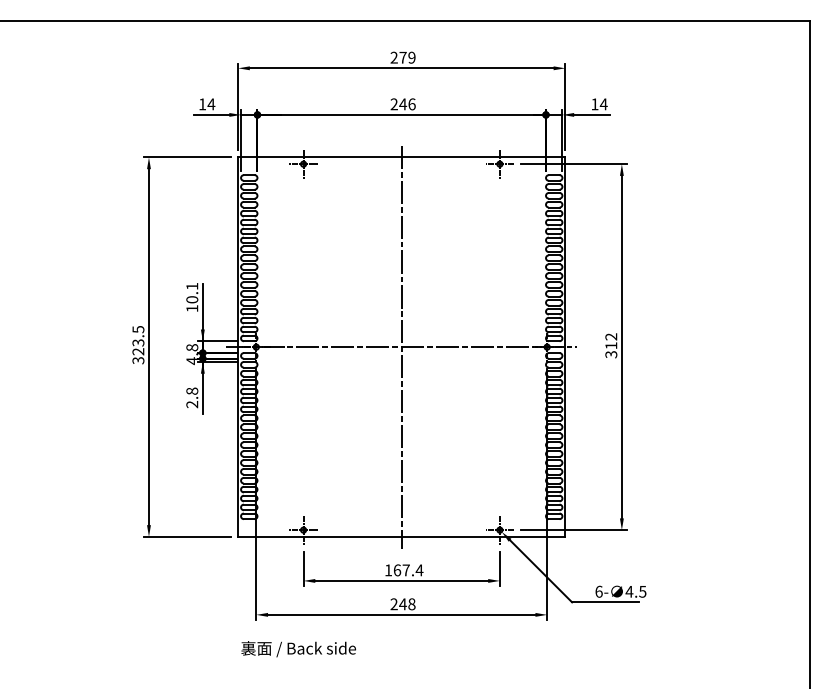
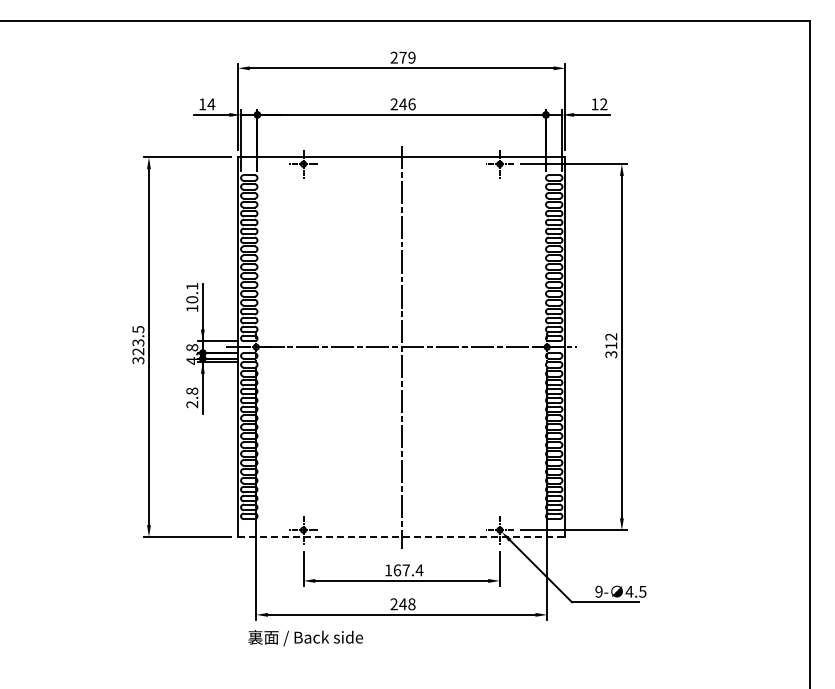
text at (603, 104): 14 -> 12
line at (401, 536): solid -> dashed
text at (598, 591): 6- -> 9-
text at (298, 649) position: (298, 649) -> (305, 638)
